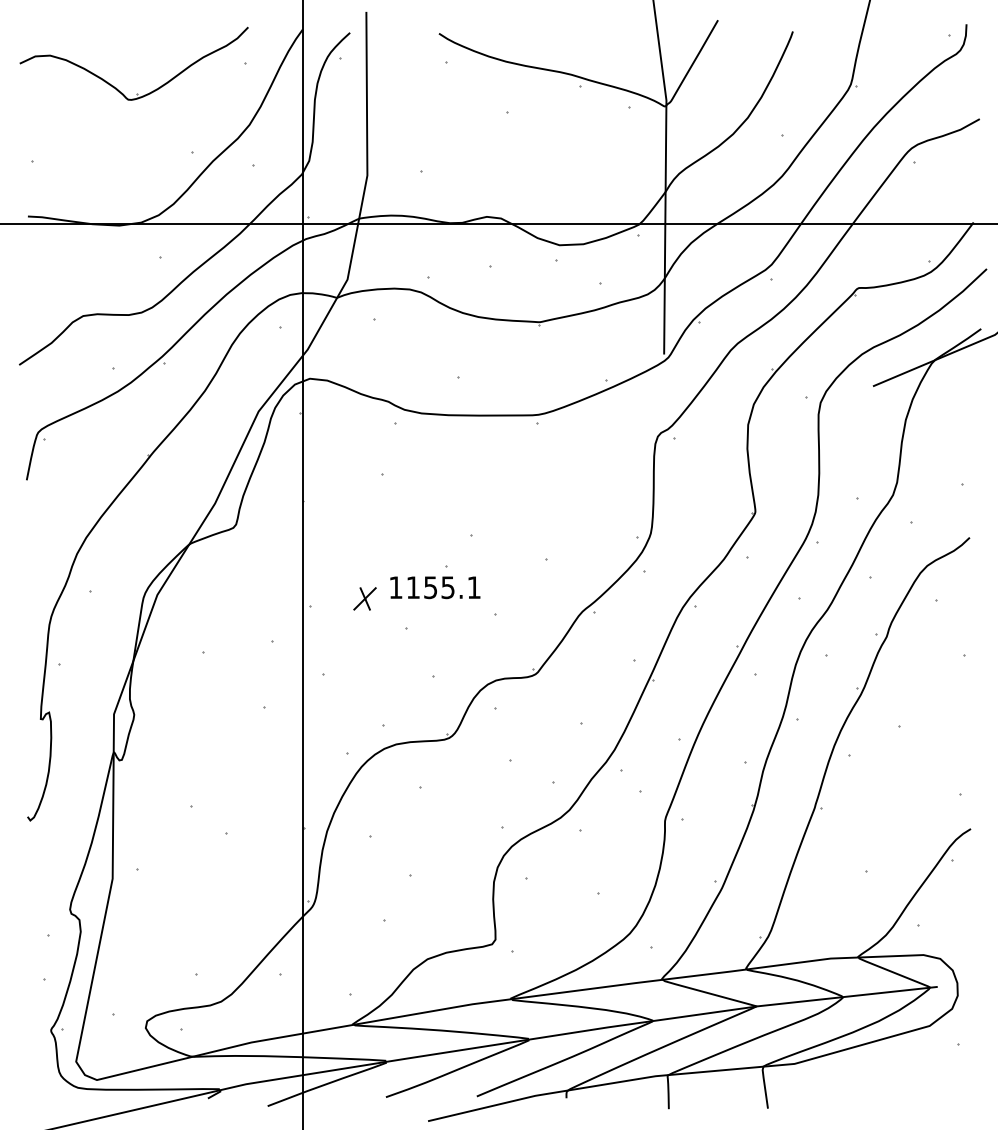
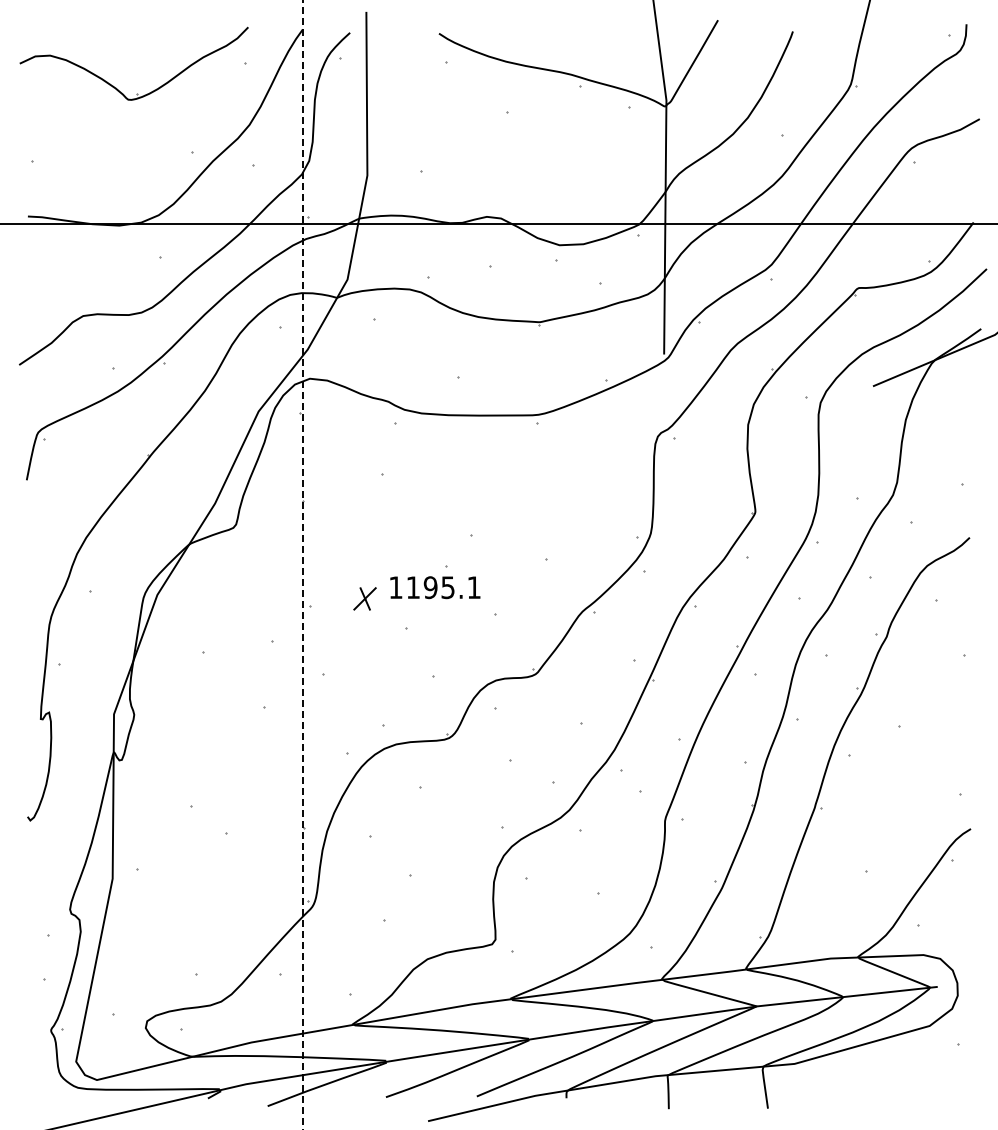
line at (302, 565): solid -> dashed
text at (430, 587): 1155.1 -> 1195.1
